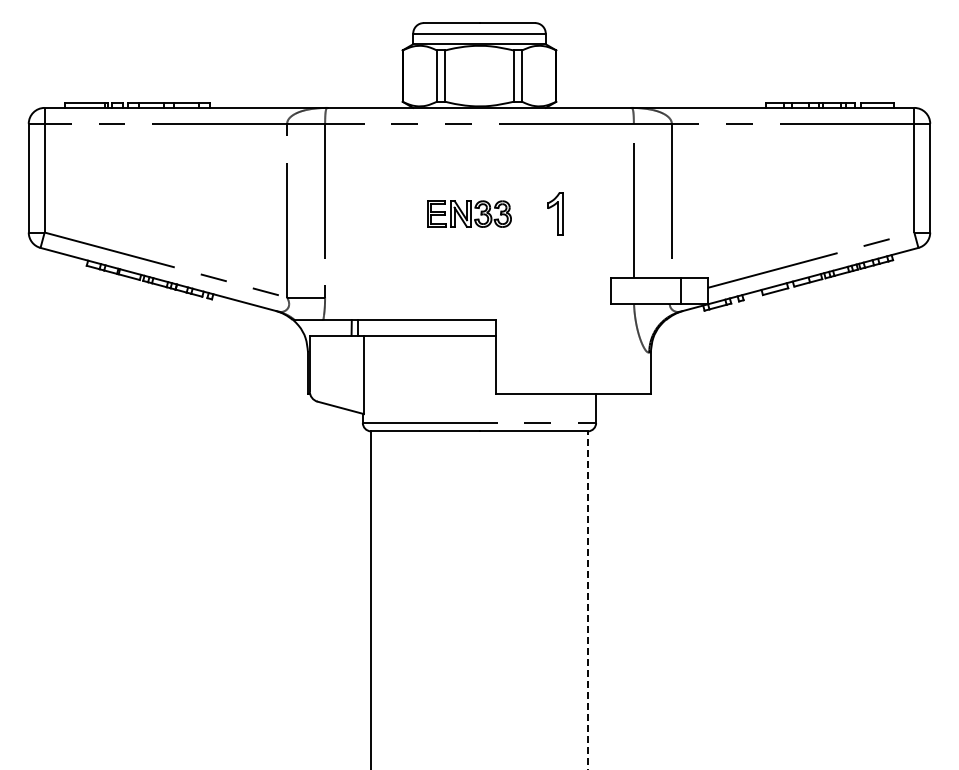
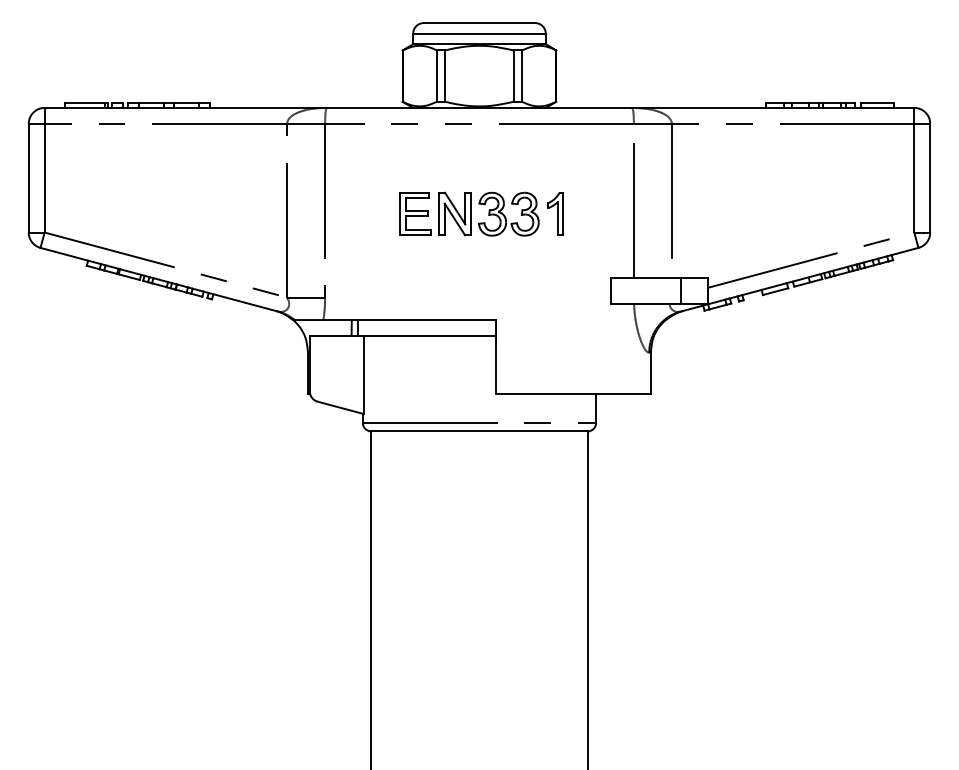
part at (469, 213) size: 85x28 px -> 141x46 px
line at (588, 600): dashed -> solid
